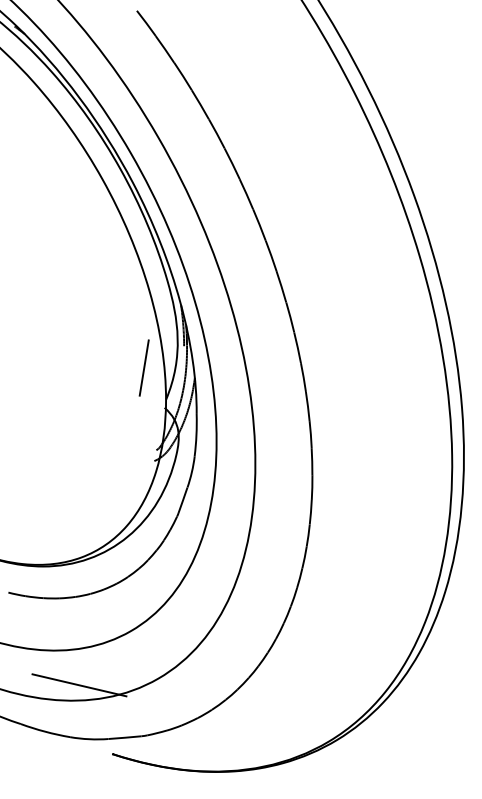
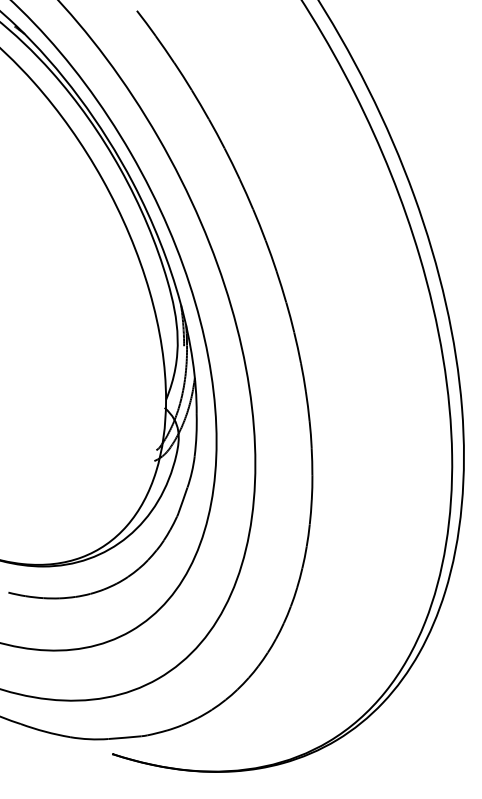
line at (143, 367): present -> none
line at (79, 685): present -> none
